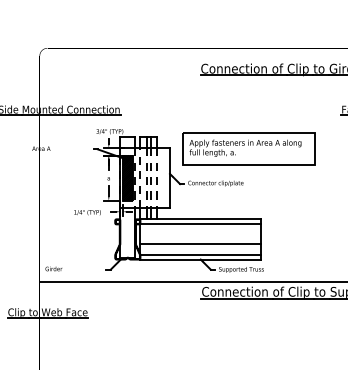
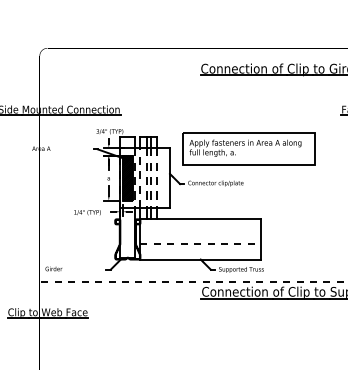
line at (200, 224): present -> none
line at (201, 244): solid -> dashed
line at (200, 254): present -> none
line at (193, 281): solid -> dashed
